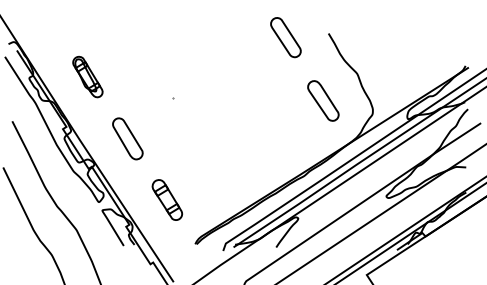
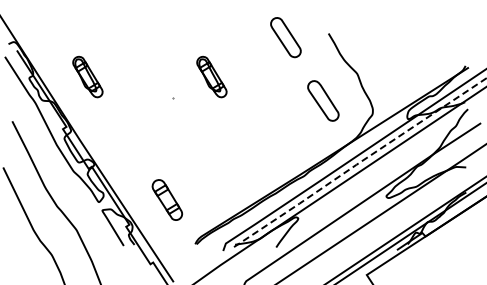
part at (211, 76): none -> present
part at (127, 138): present -> none
line at (358, 163): solid -> dashed
